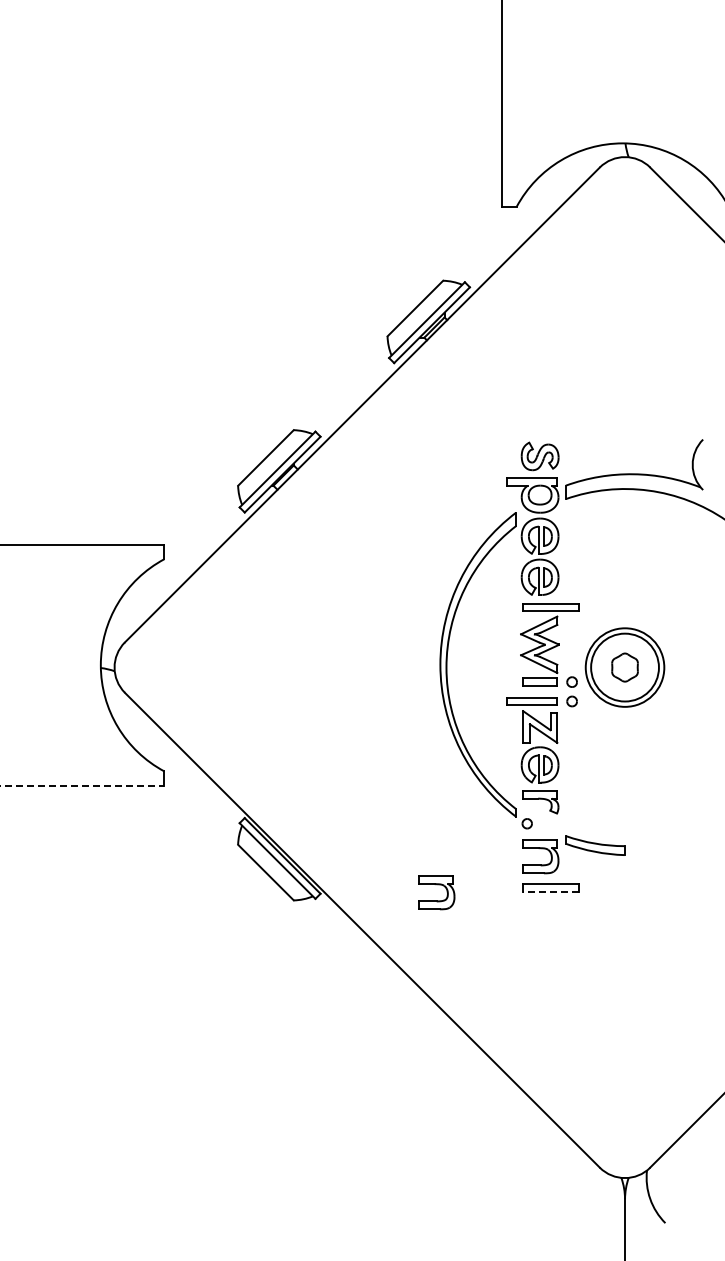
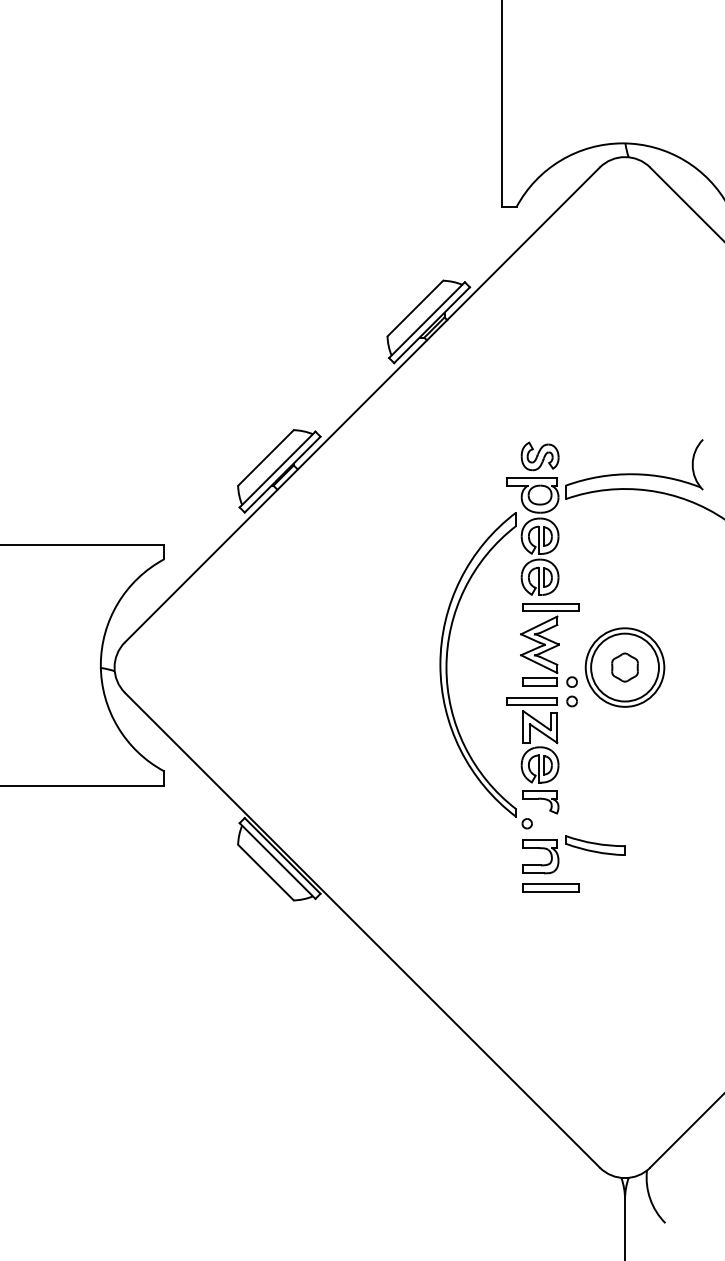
line at (82, 785): dashed -> solid
part at (436, 885): present -> none
line at (551, 891): dashed -> solid
